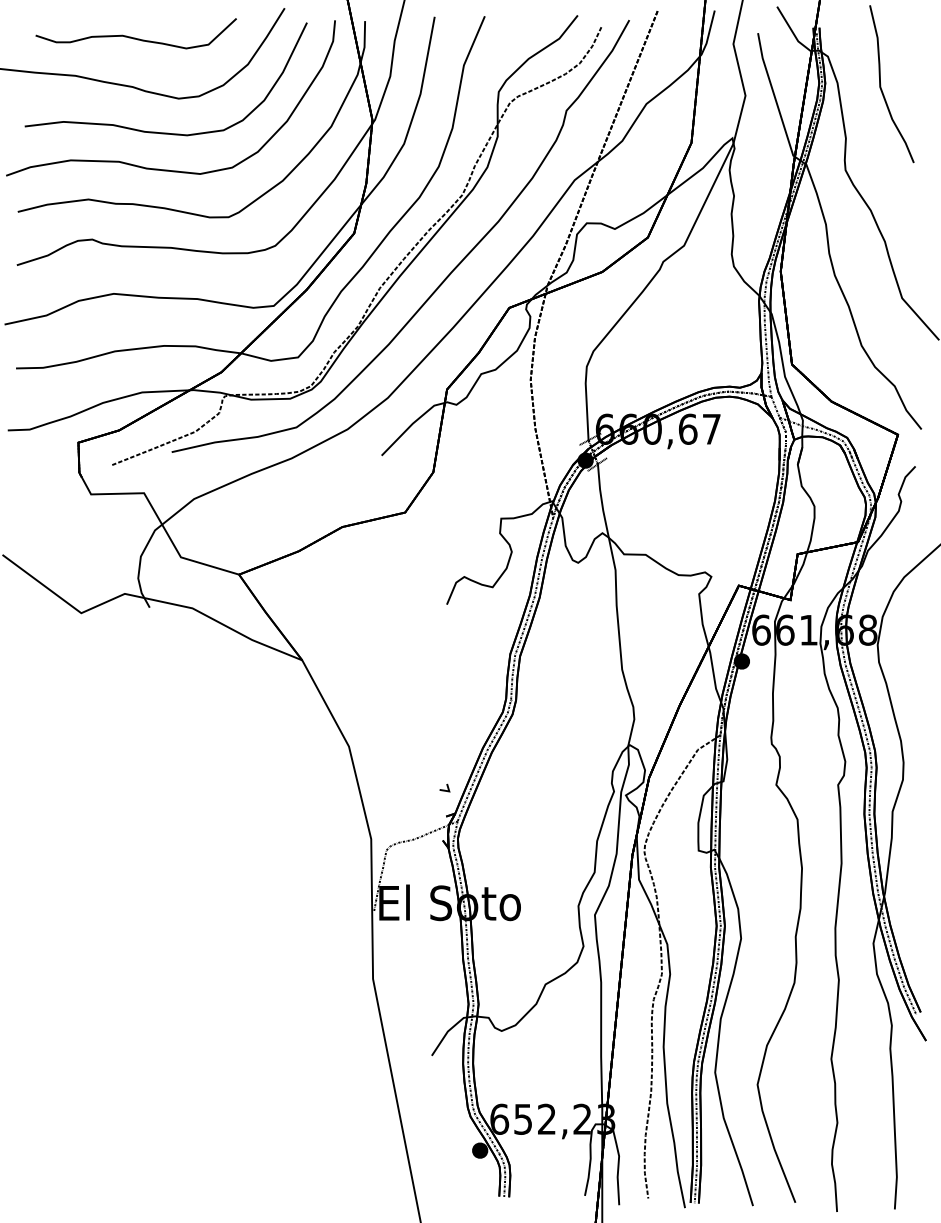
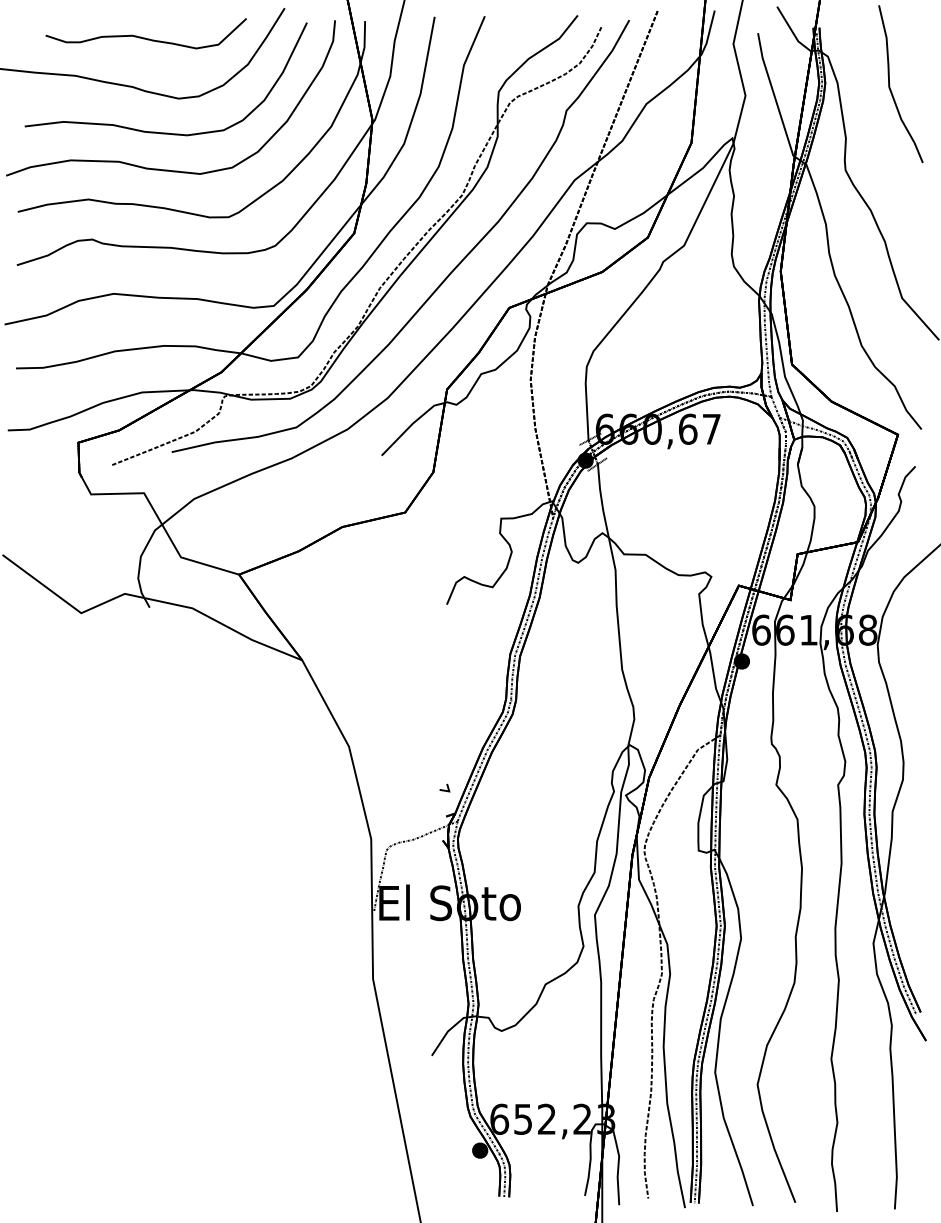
curve at (135, 37) position: (135, 37) -> (145, 37)
curve at (881, 84) position: (881, 84) -> (890, 84)
